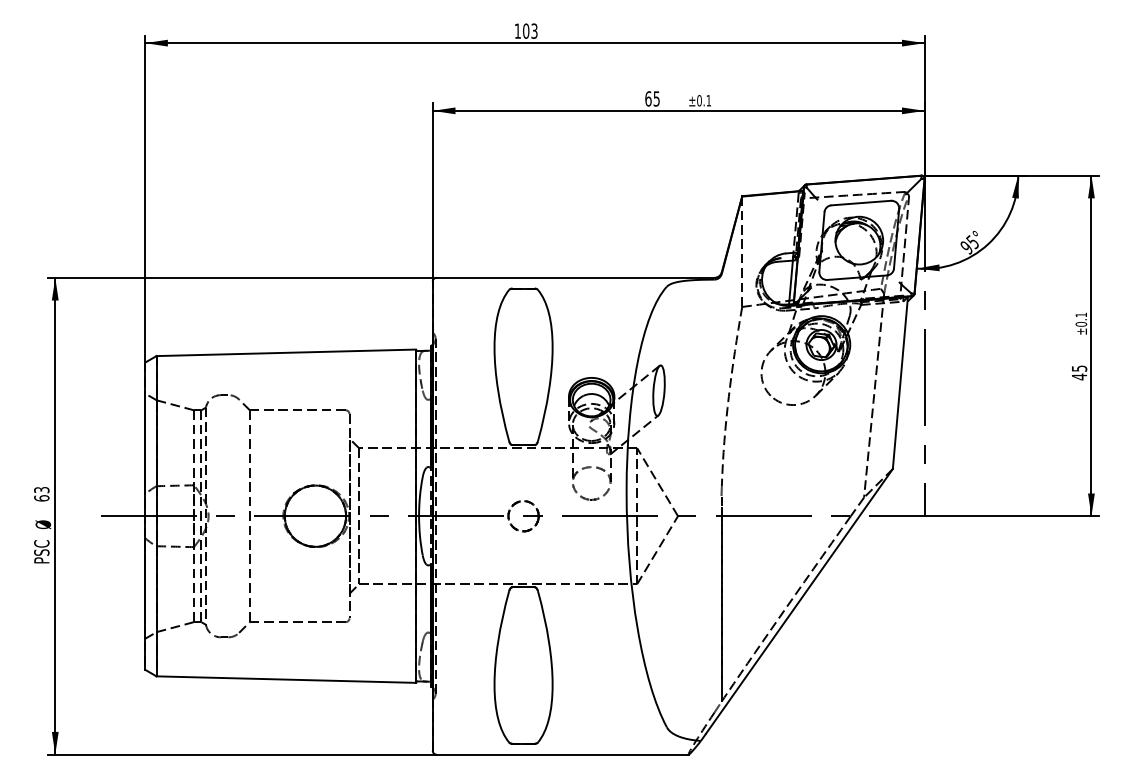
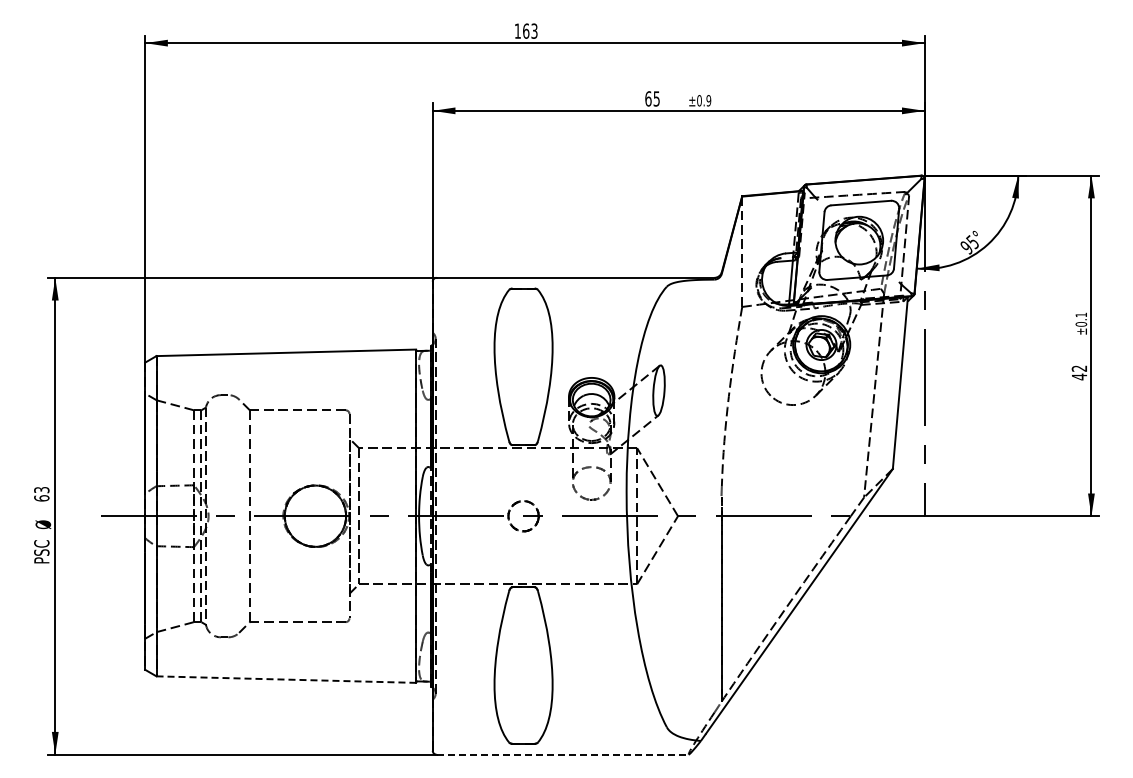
text at (526, 30): 103 -> 163
text at (708, 100): ±0.1 -> ±0.9
text at (1079, 368): 45 -> 42
line at (286, 679): solid -> dashed
line at (563, 754): solid -> dashed
